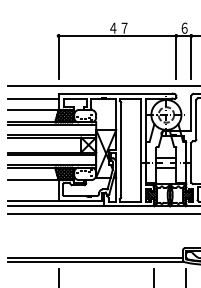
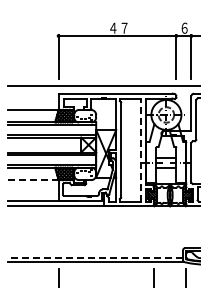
line at (32, 99): present -> none
line at (141, 150): solid -> dashed
line at (32, 180): solid -> dashed
line at (102, 214): present -> none
line at (95, 257): solid -> dashed
